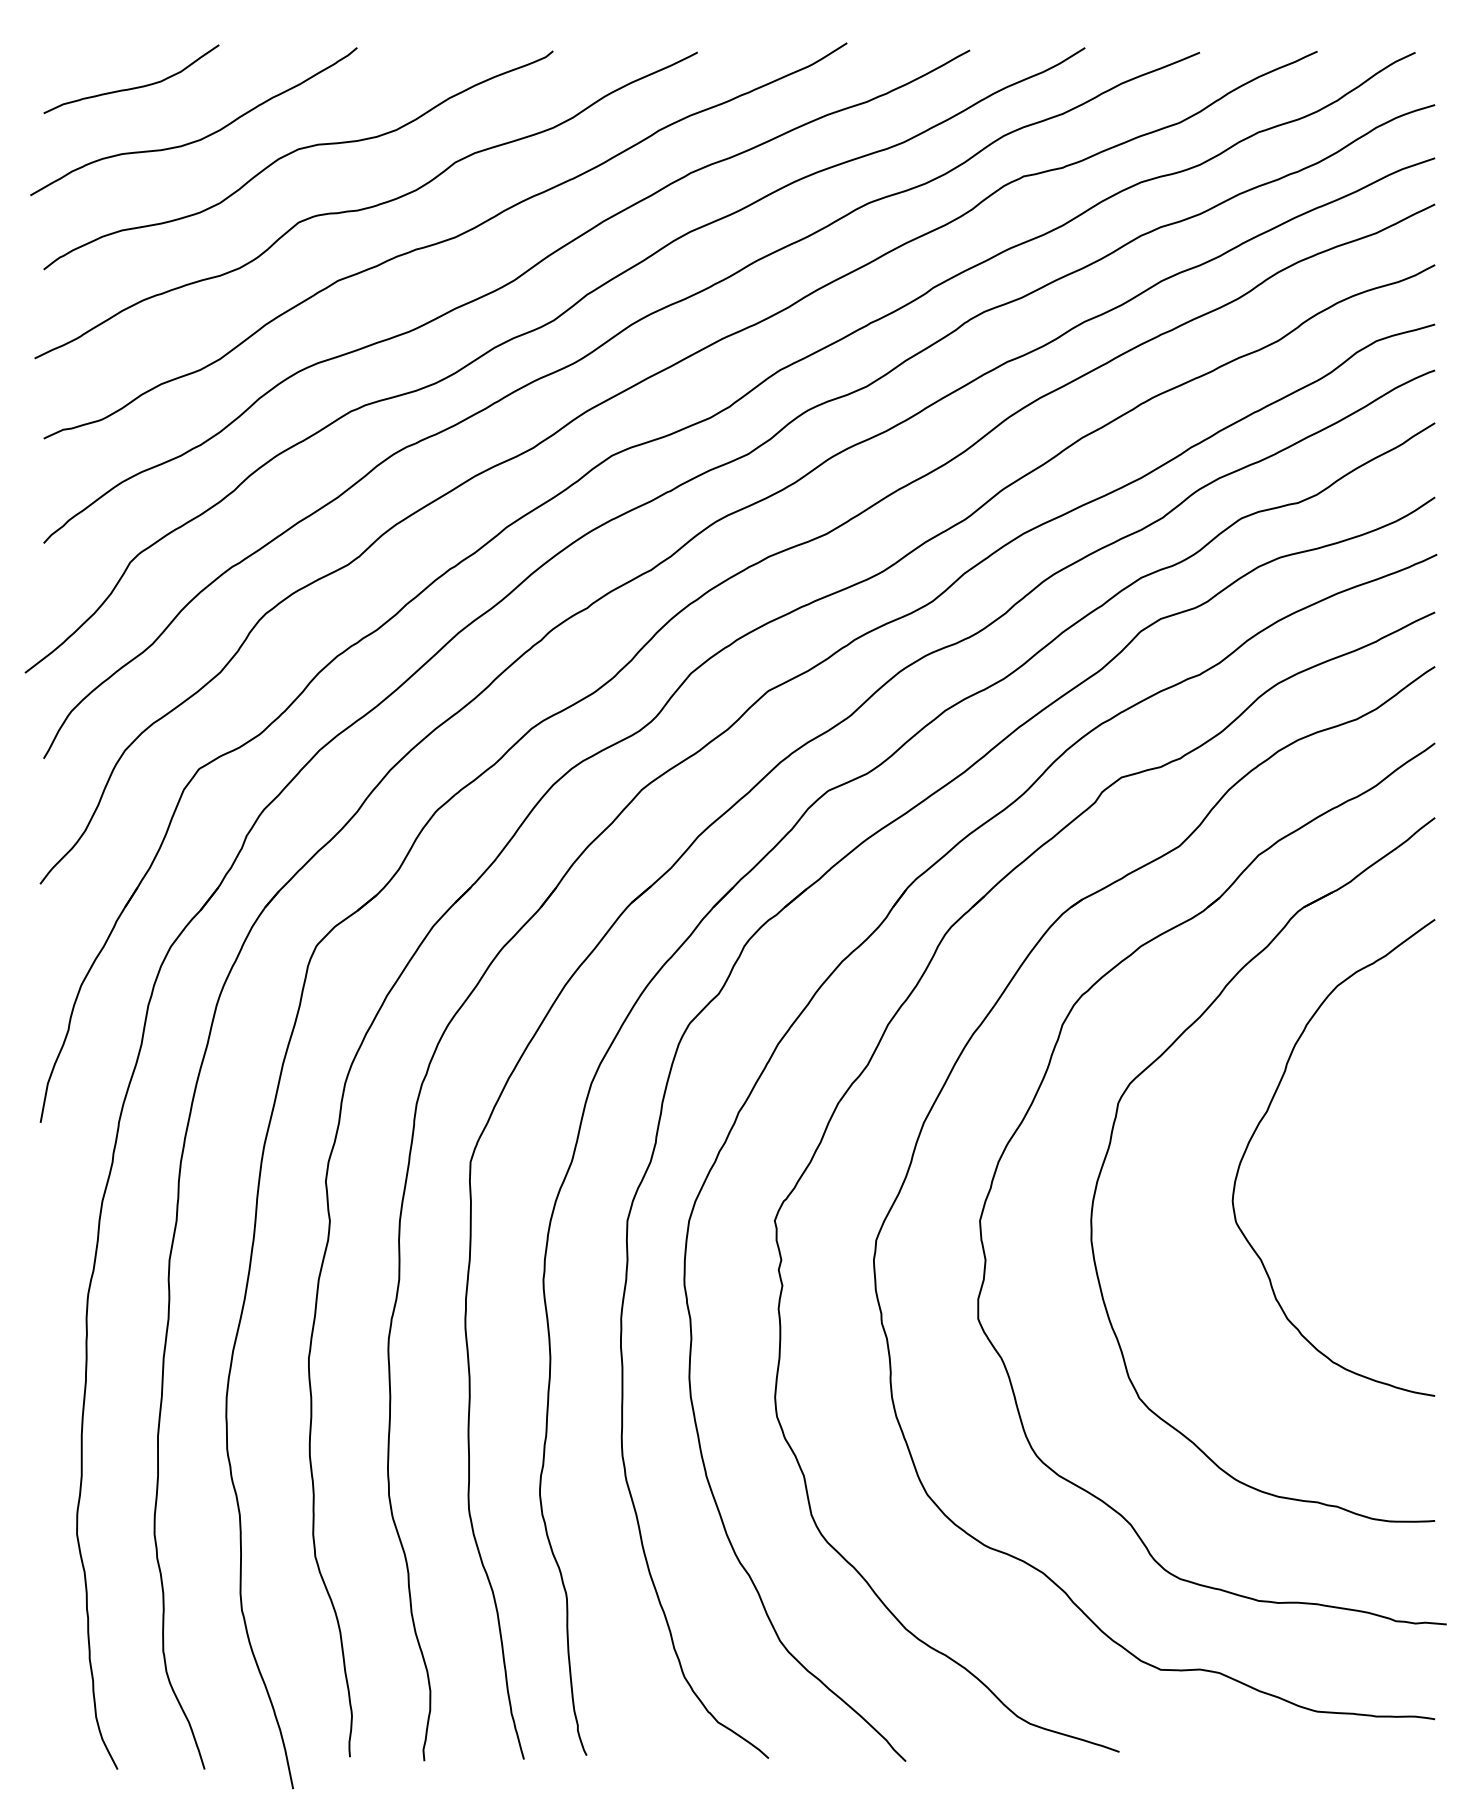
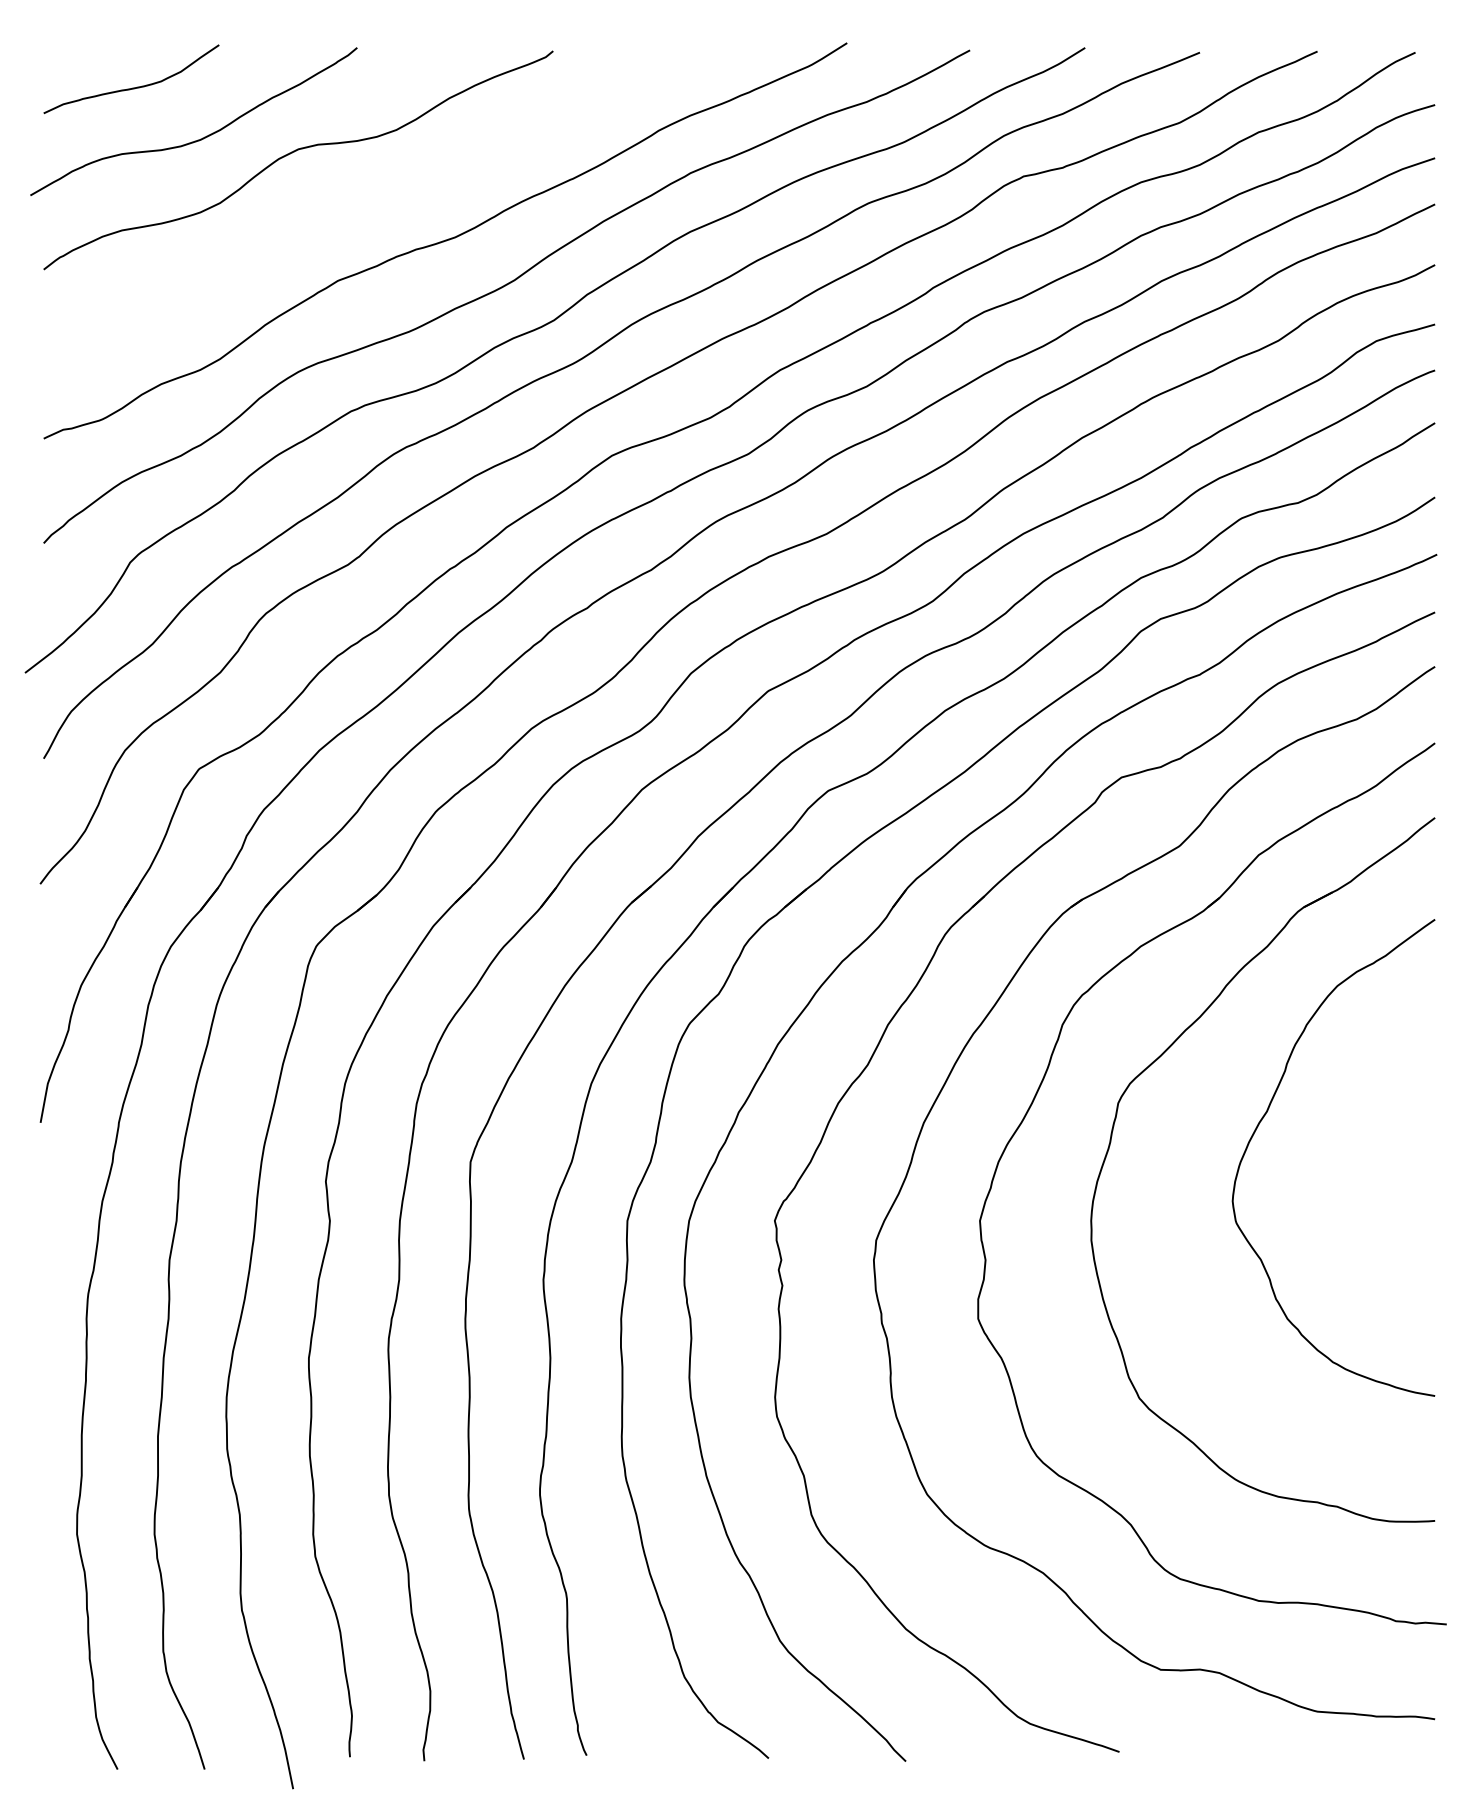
curve at (365, 207): present -> none
